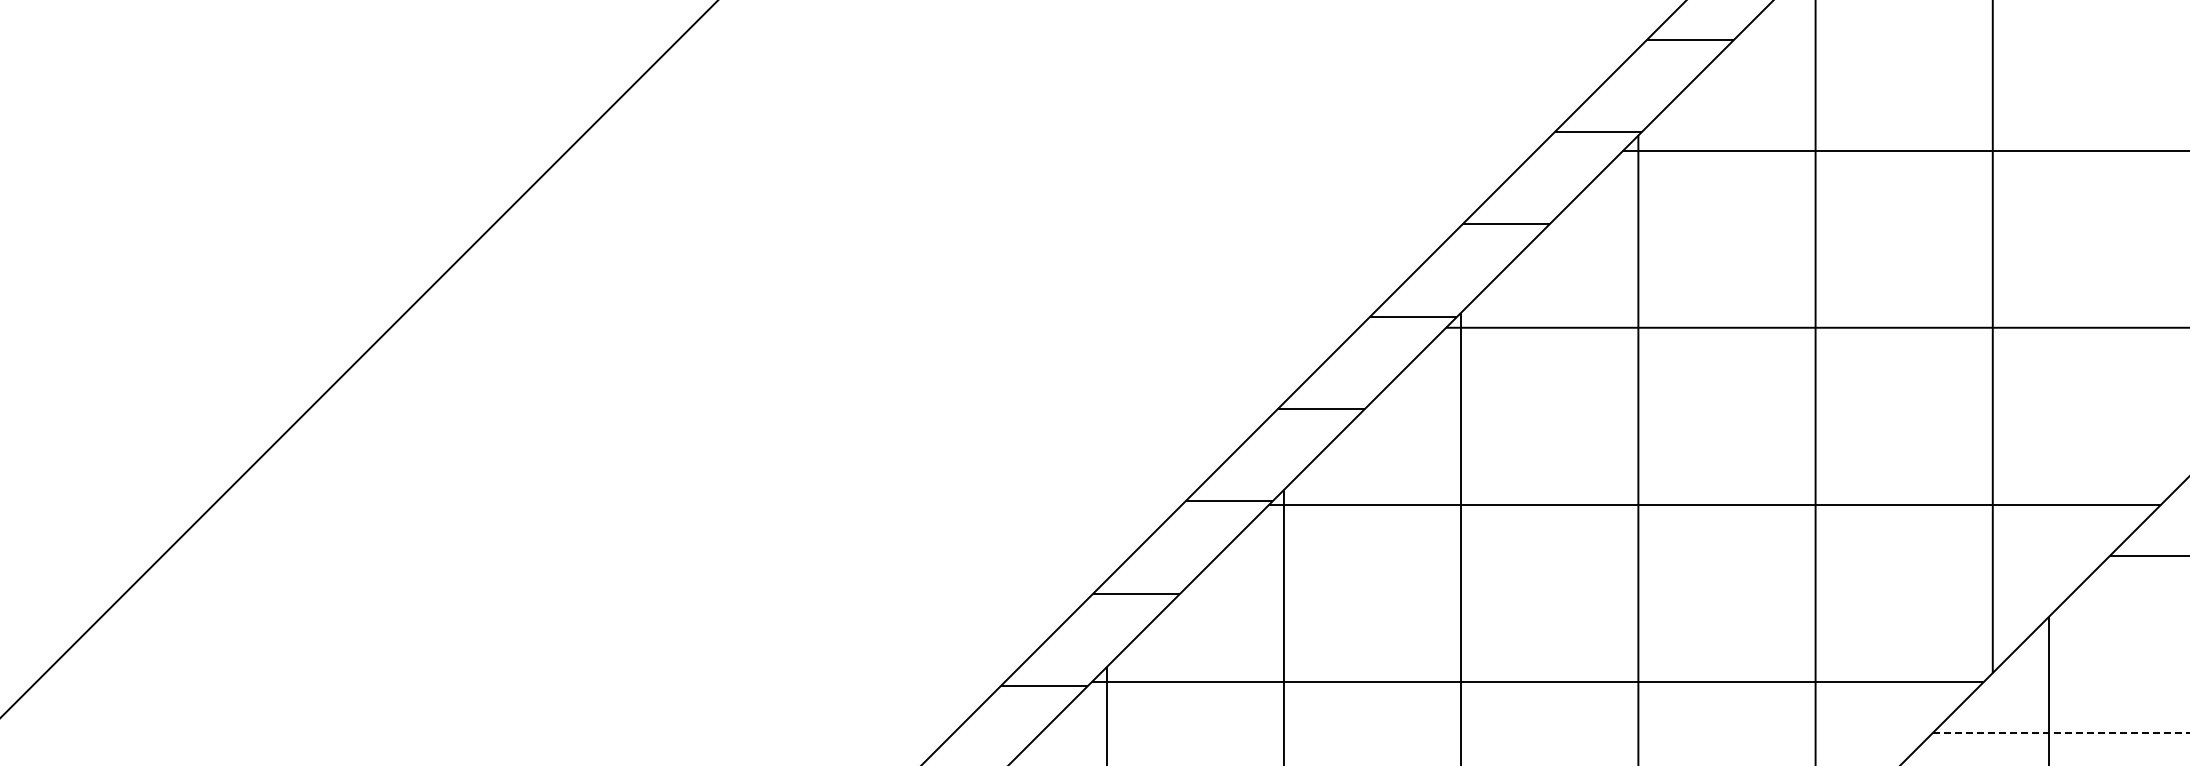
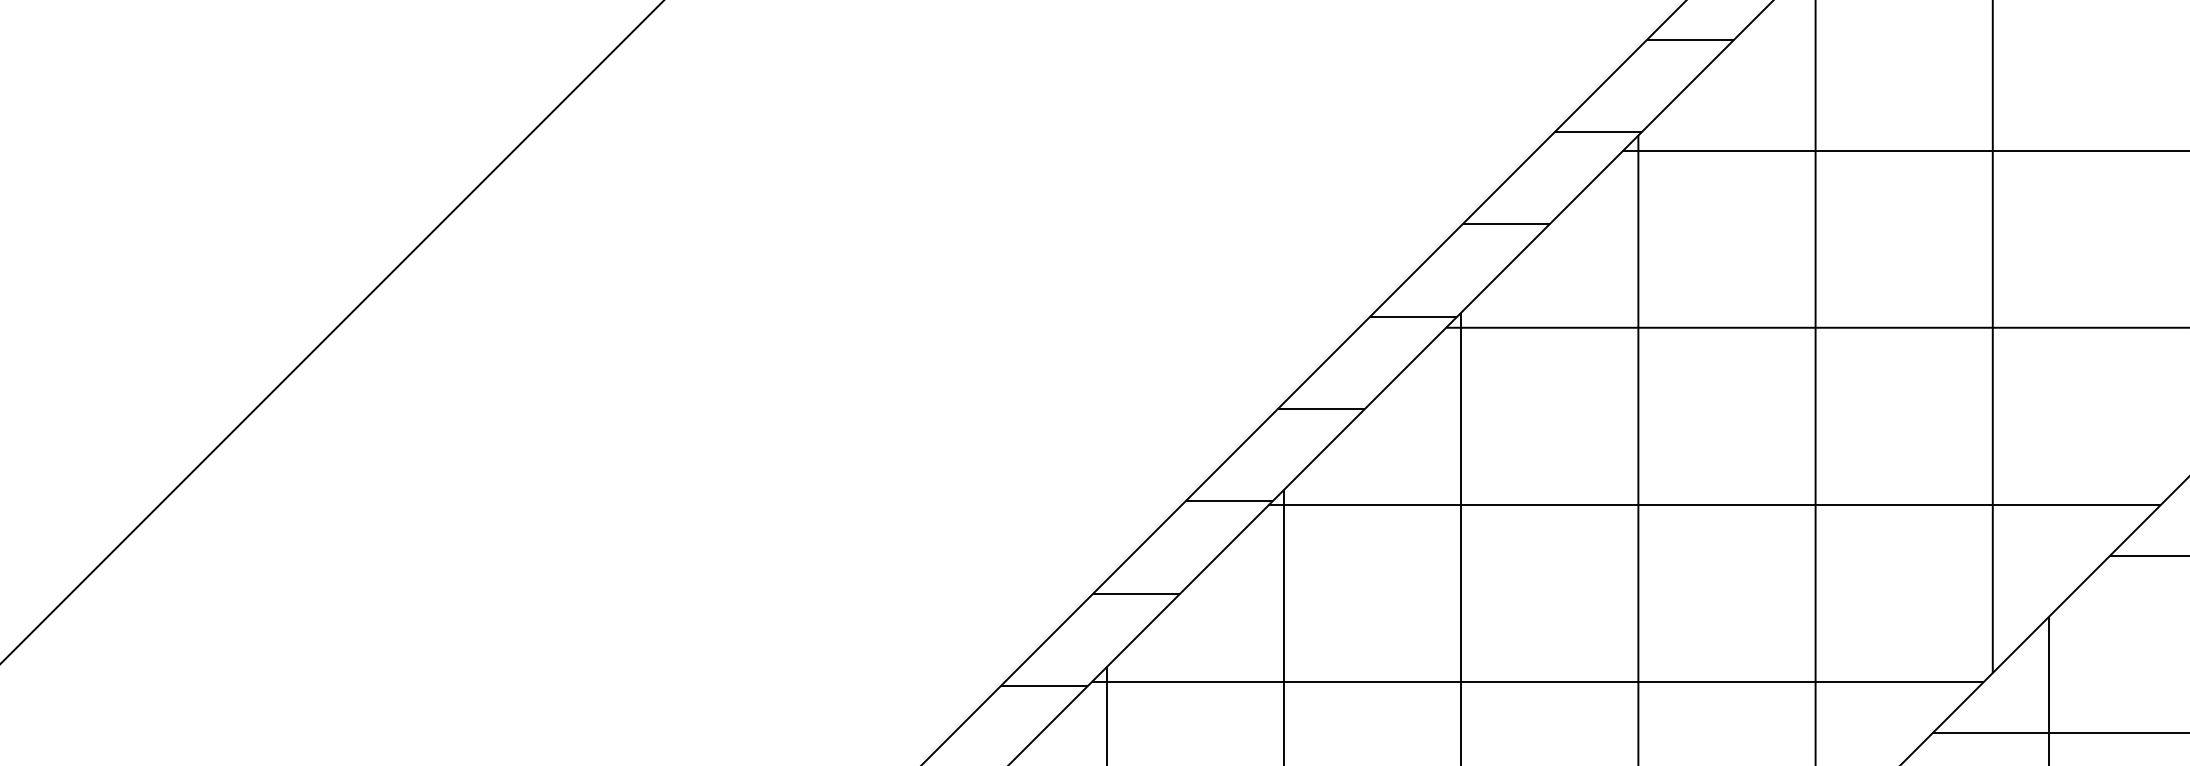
line at (359, 359) position: (359, 359) -> (331, 332)
line at (2061, 732): dashed -> solid
